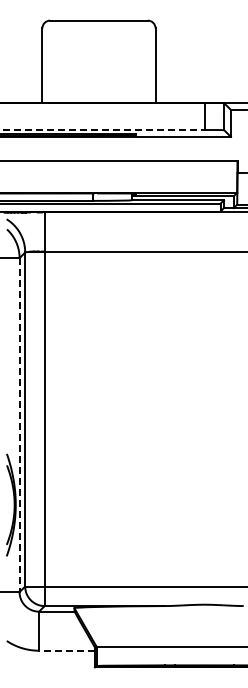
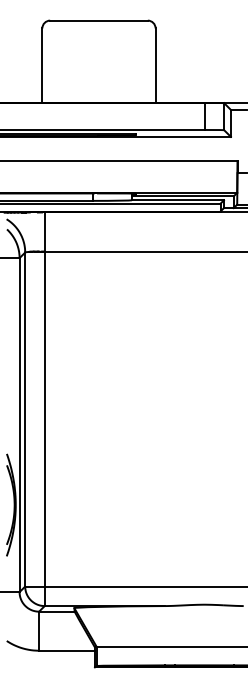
line at (102, 129): dashed -> solid
line at (19, 425): dashed -> solid
line at (67, 650): dashed -> solid
